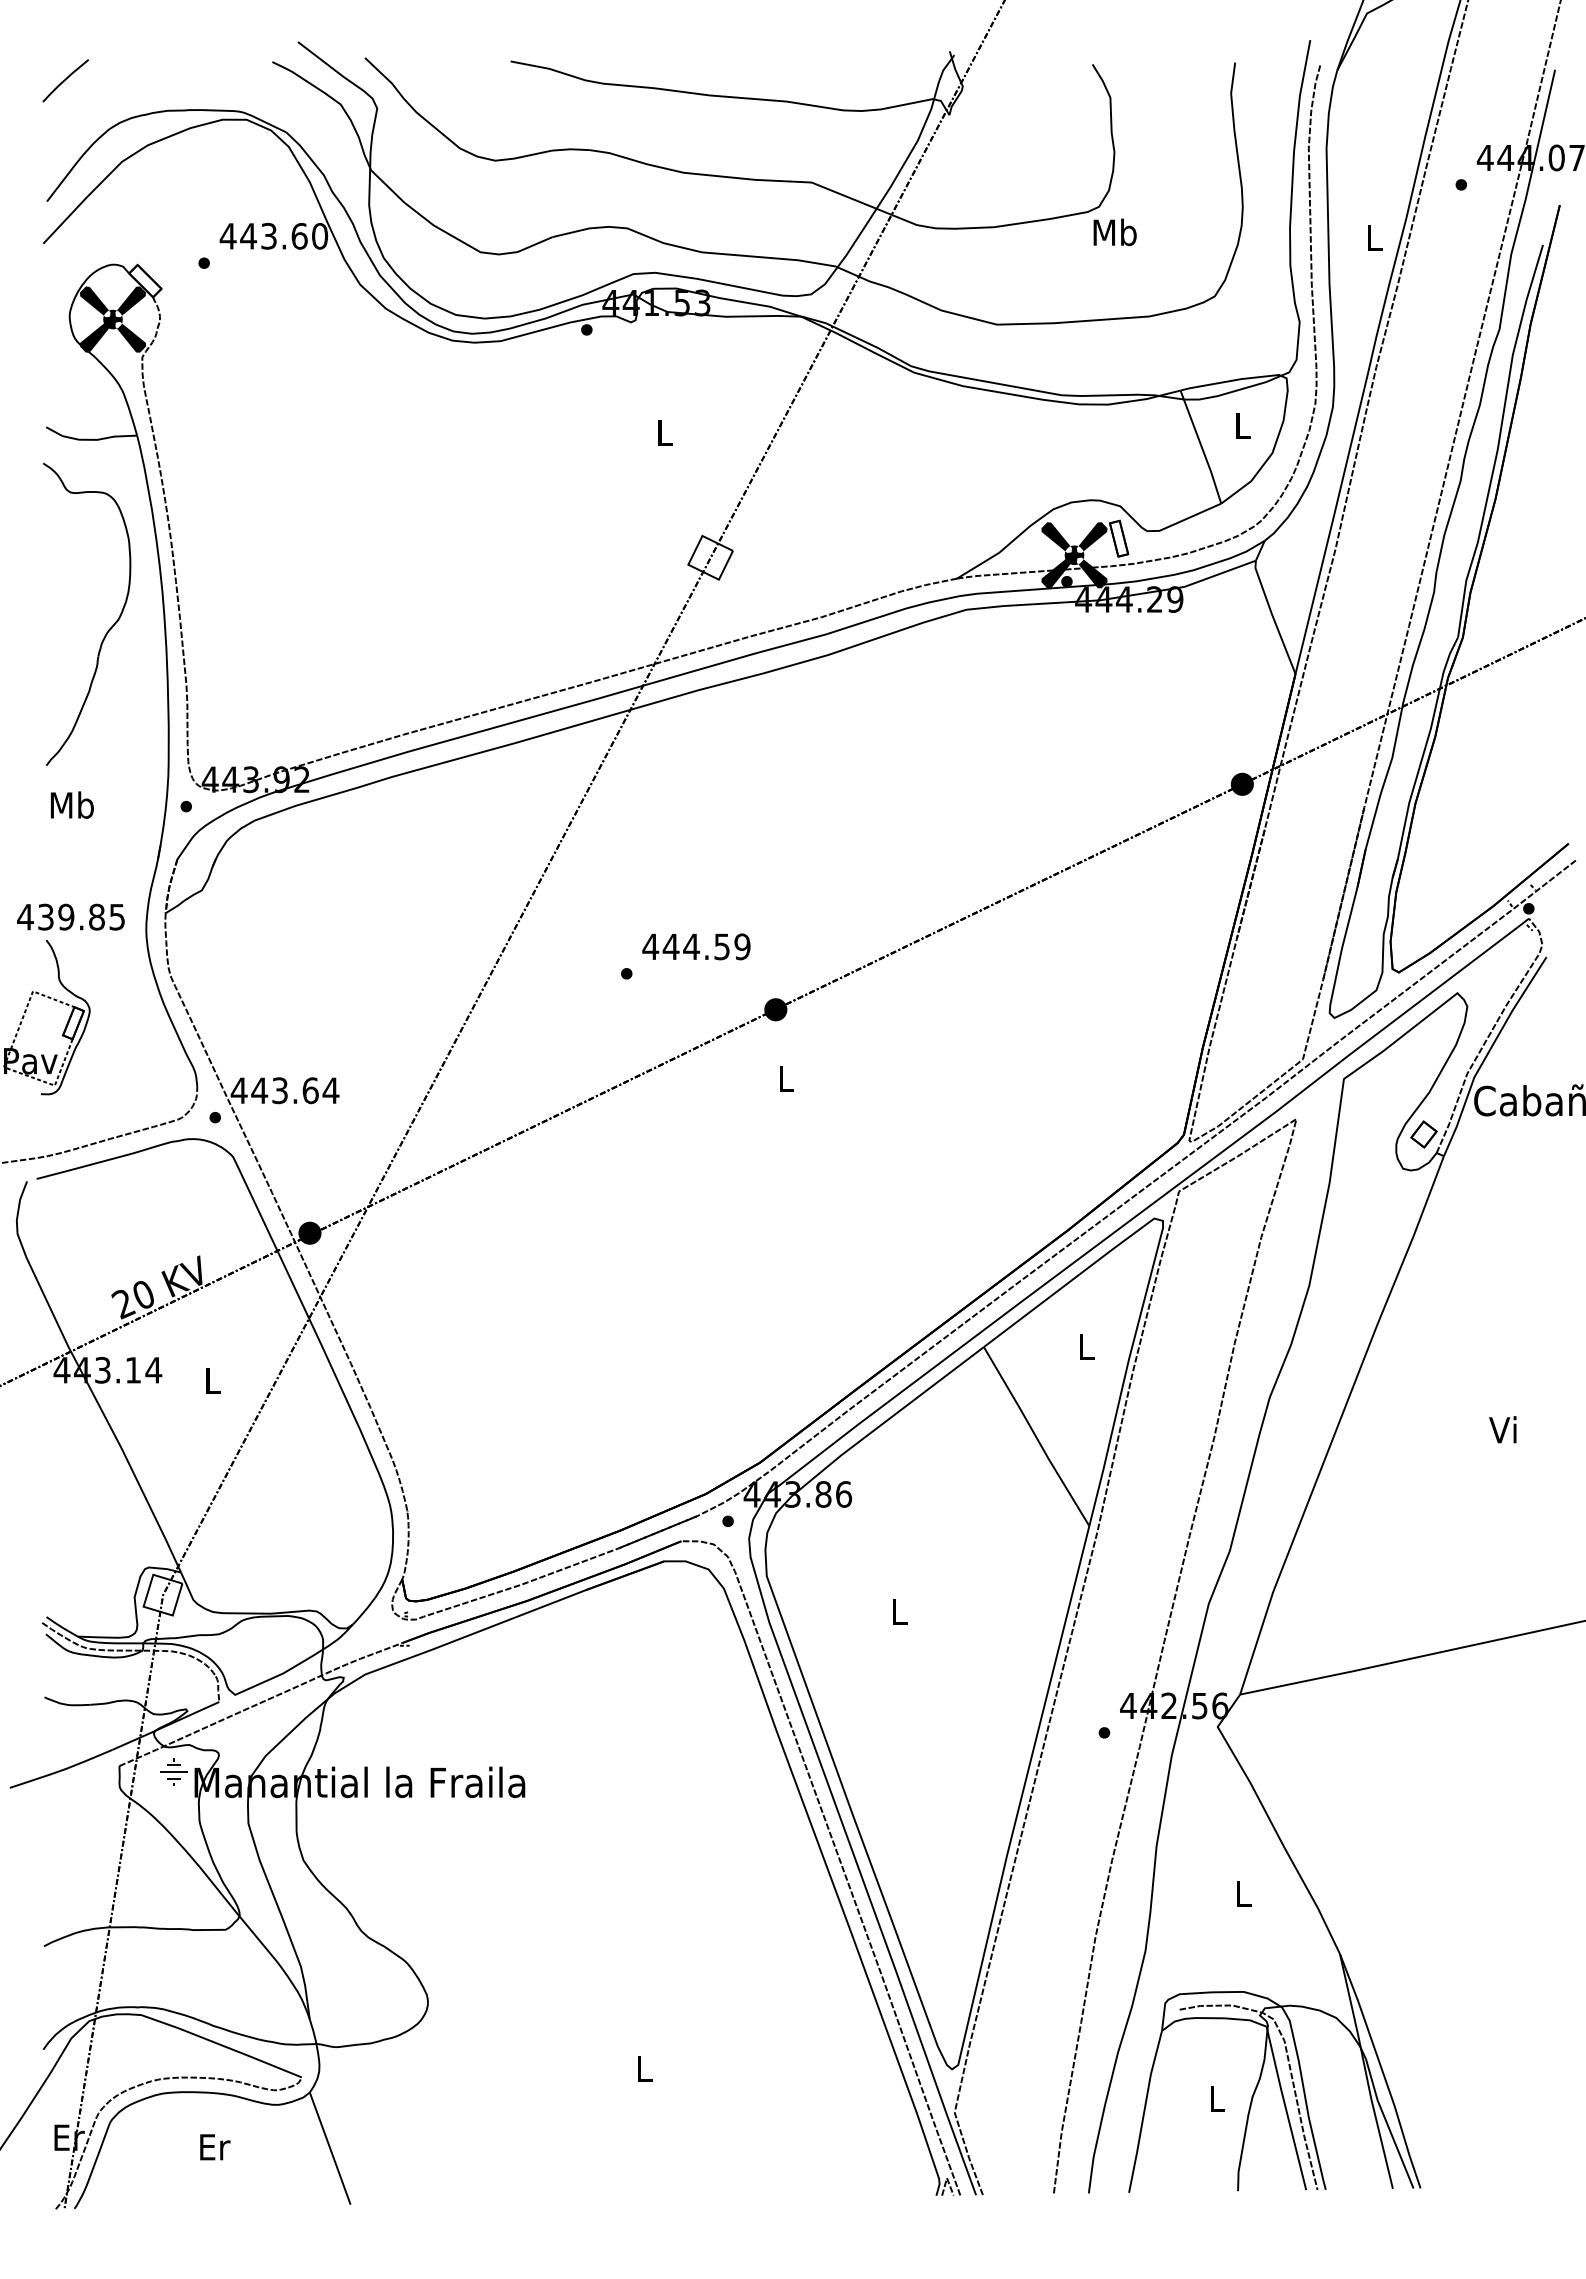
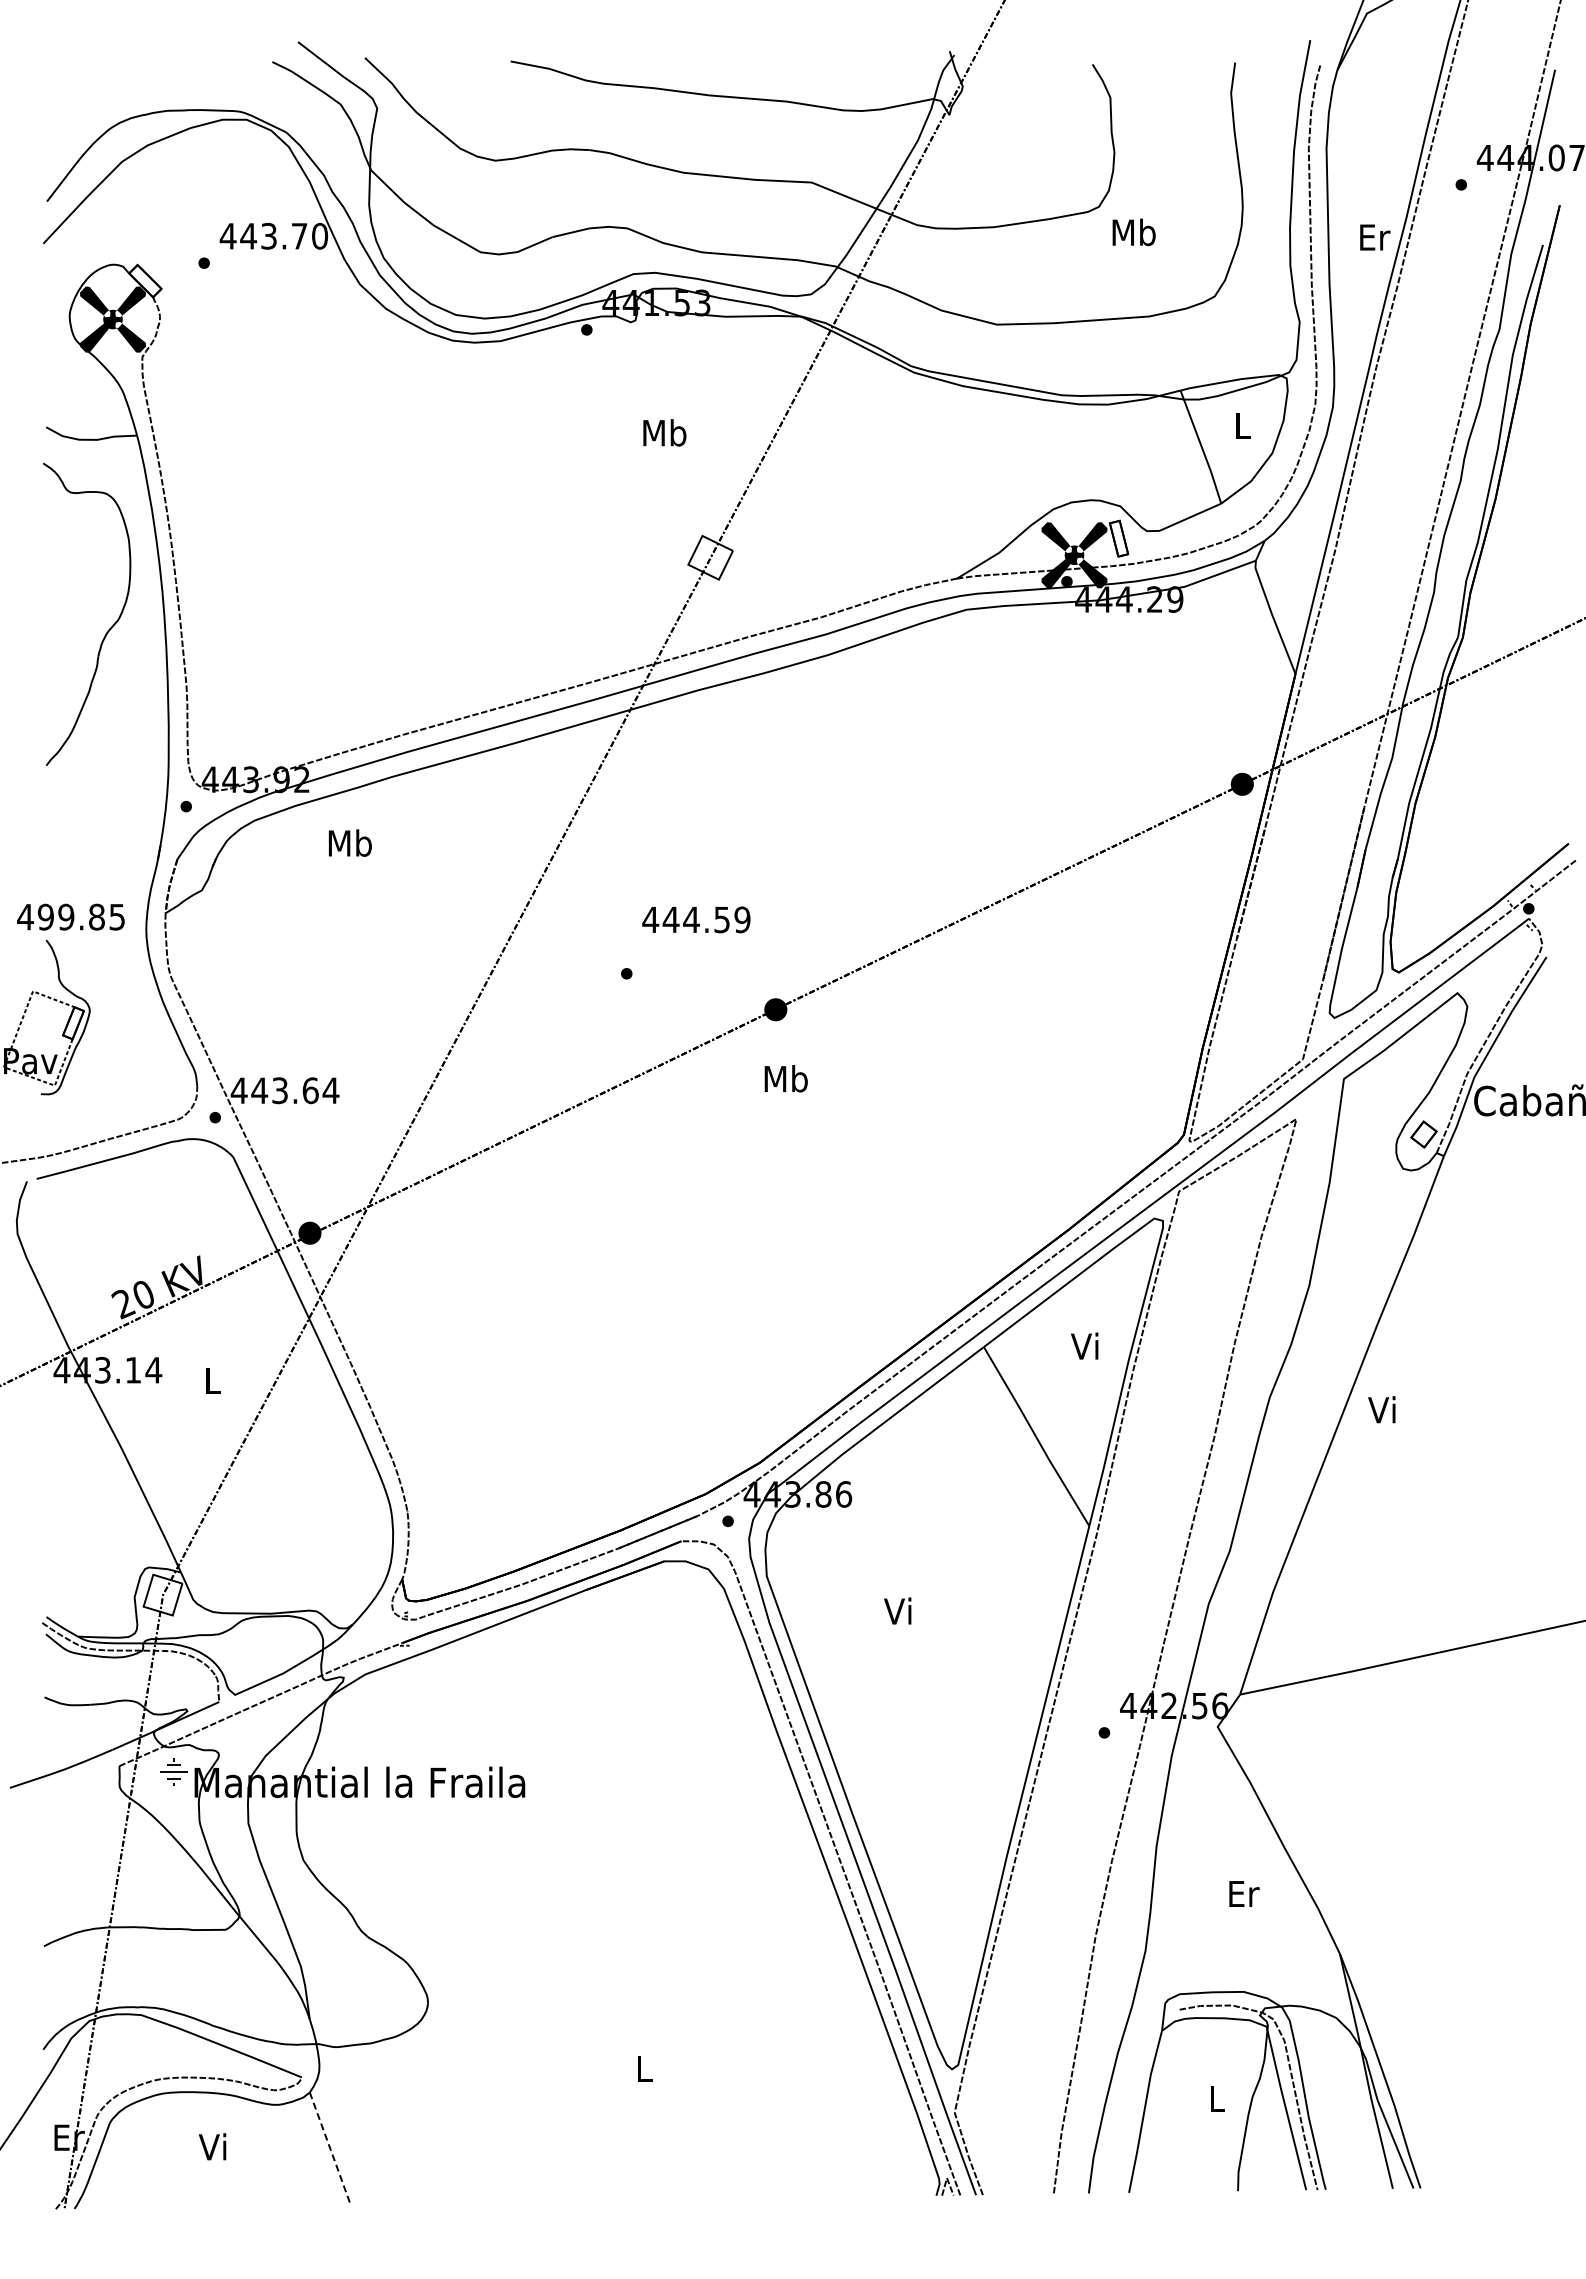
line at (65, 80): present -> none
text at (1114, 232) position: (1114, 232) -> (1133, 232)
text at (299, 235): 443.60 -> 443.70
text at (1375, 237): L -> Er
text at (664, 432): L -> Mb
text at (72, 804) position: (72, 804) -> (350, 842)
text at (45, 916): 439.85 -> 499.85
text at (696, 946) position: (696, 946) -> (696, 919)
text at (785, 1078): L -> Mb
text at (1084, 1345): L -> Vi
text at (1502, 1429) position: (1502, 1429) -> (1381, 1409)
text at (897, 1610): L -> Vi
text at (1244, 1893): L -> Er
text at (214, 2146): Er -> Vi
line at (330, 2149): solid -> dashed
